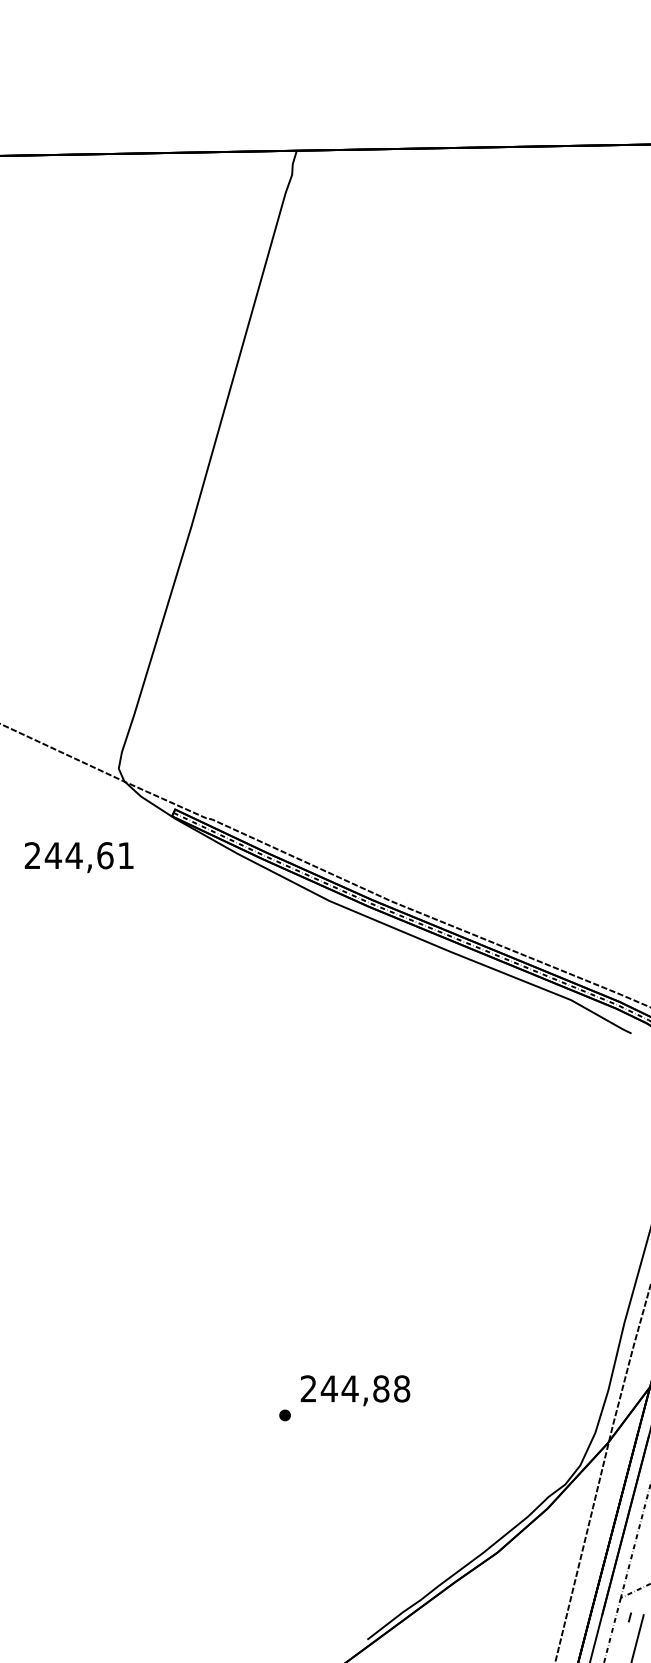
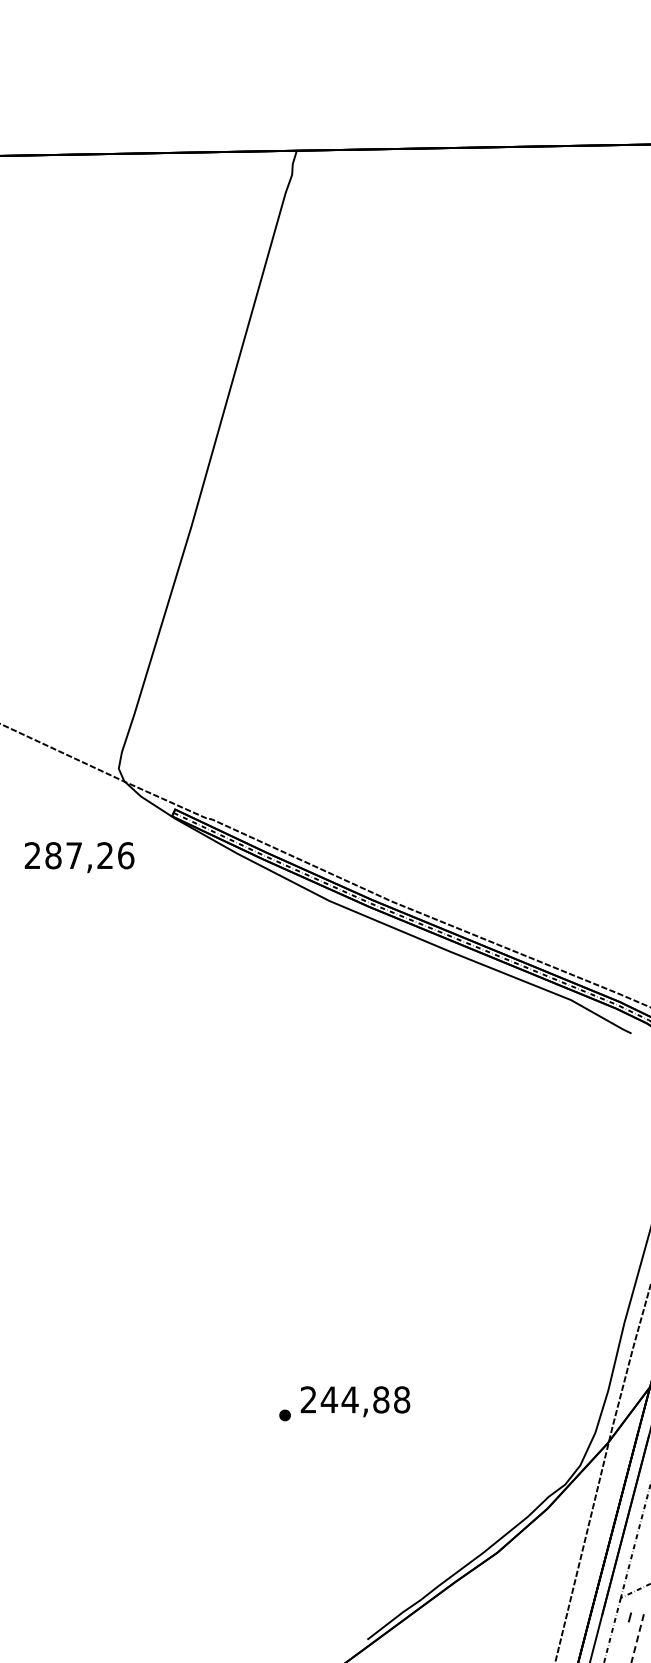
text at (89, 855): 244,61 -> 287,26
text at (355, 1390) position: (355, 1390) -> (355, 1401)
line at (637, 1637): solid -> dashed
